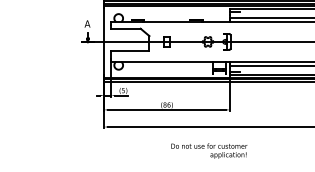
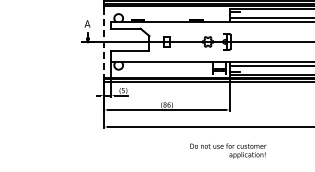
line at (104, 42): solid -> dashed
text at (209, 150) position: (209, 150) -> (228, 150)
